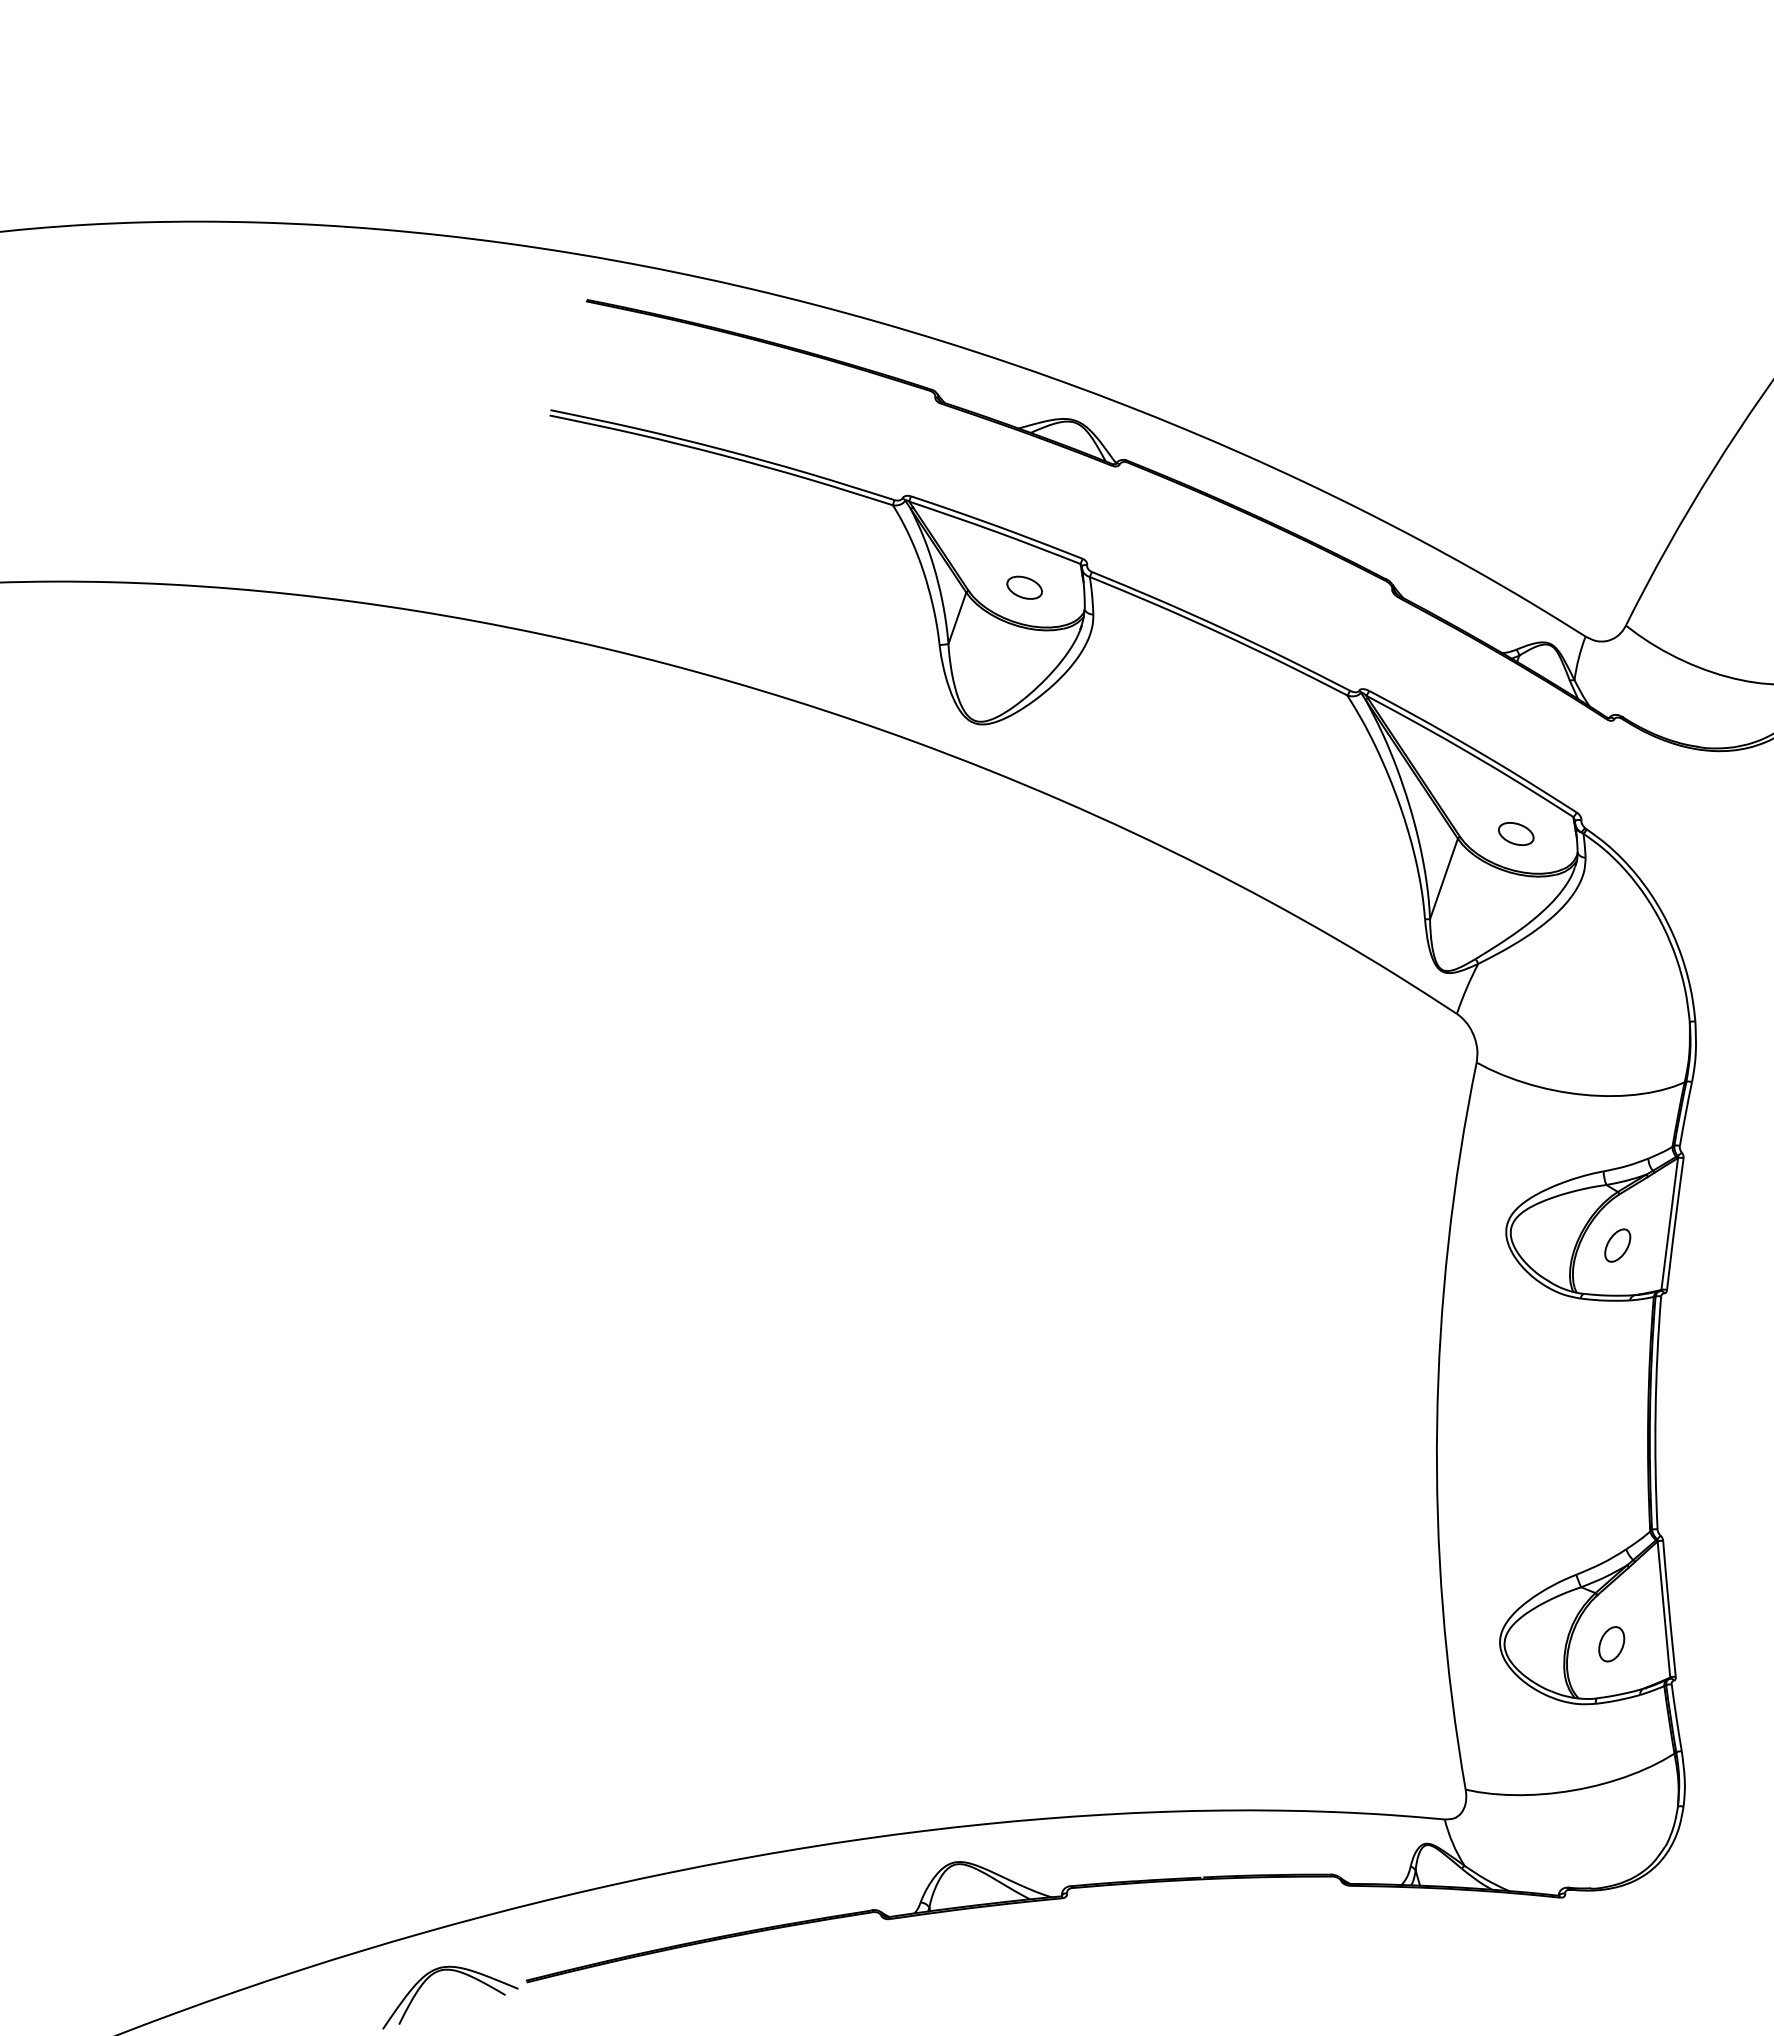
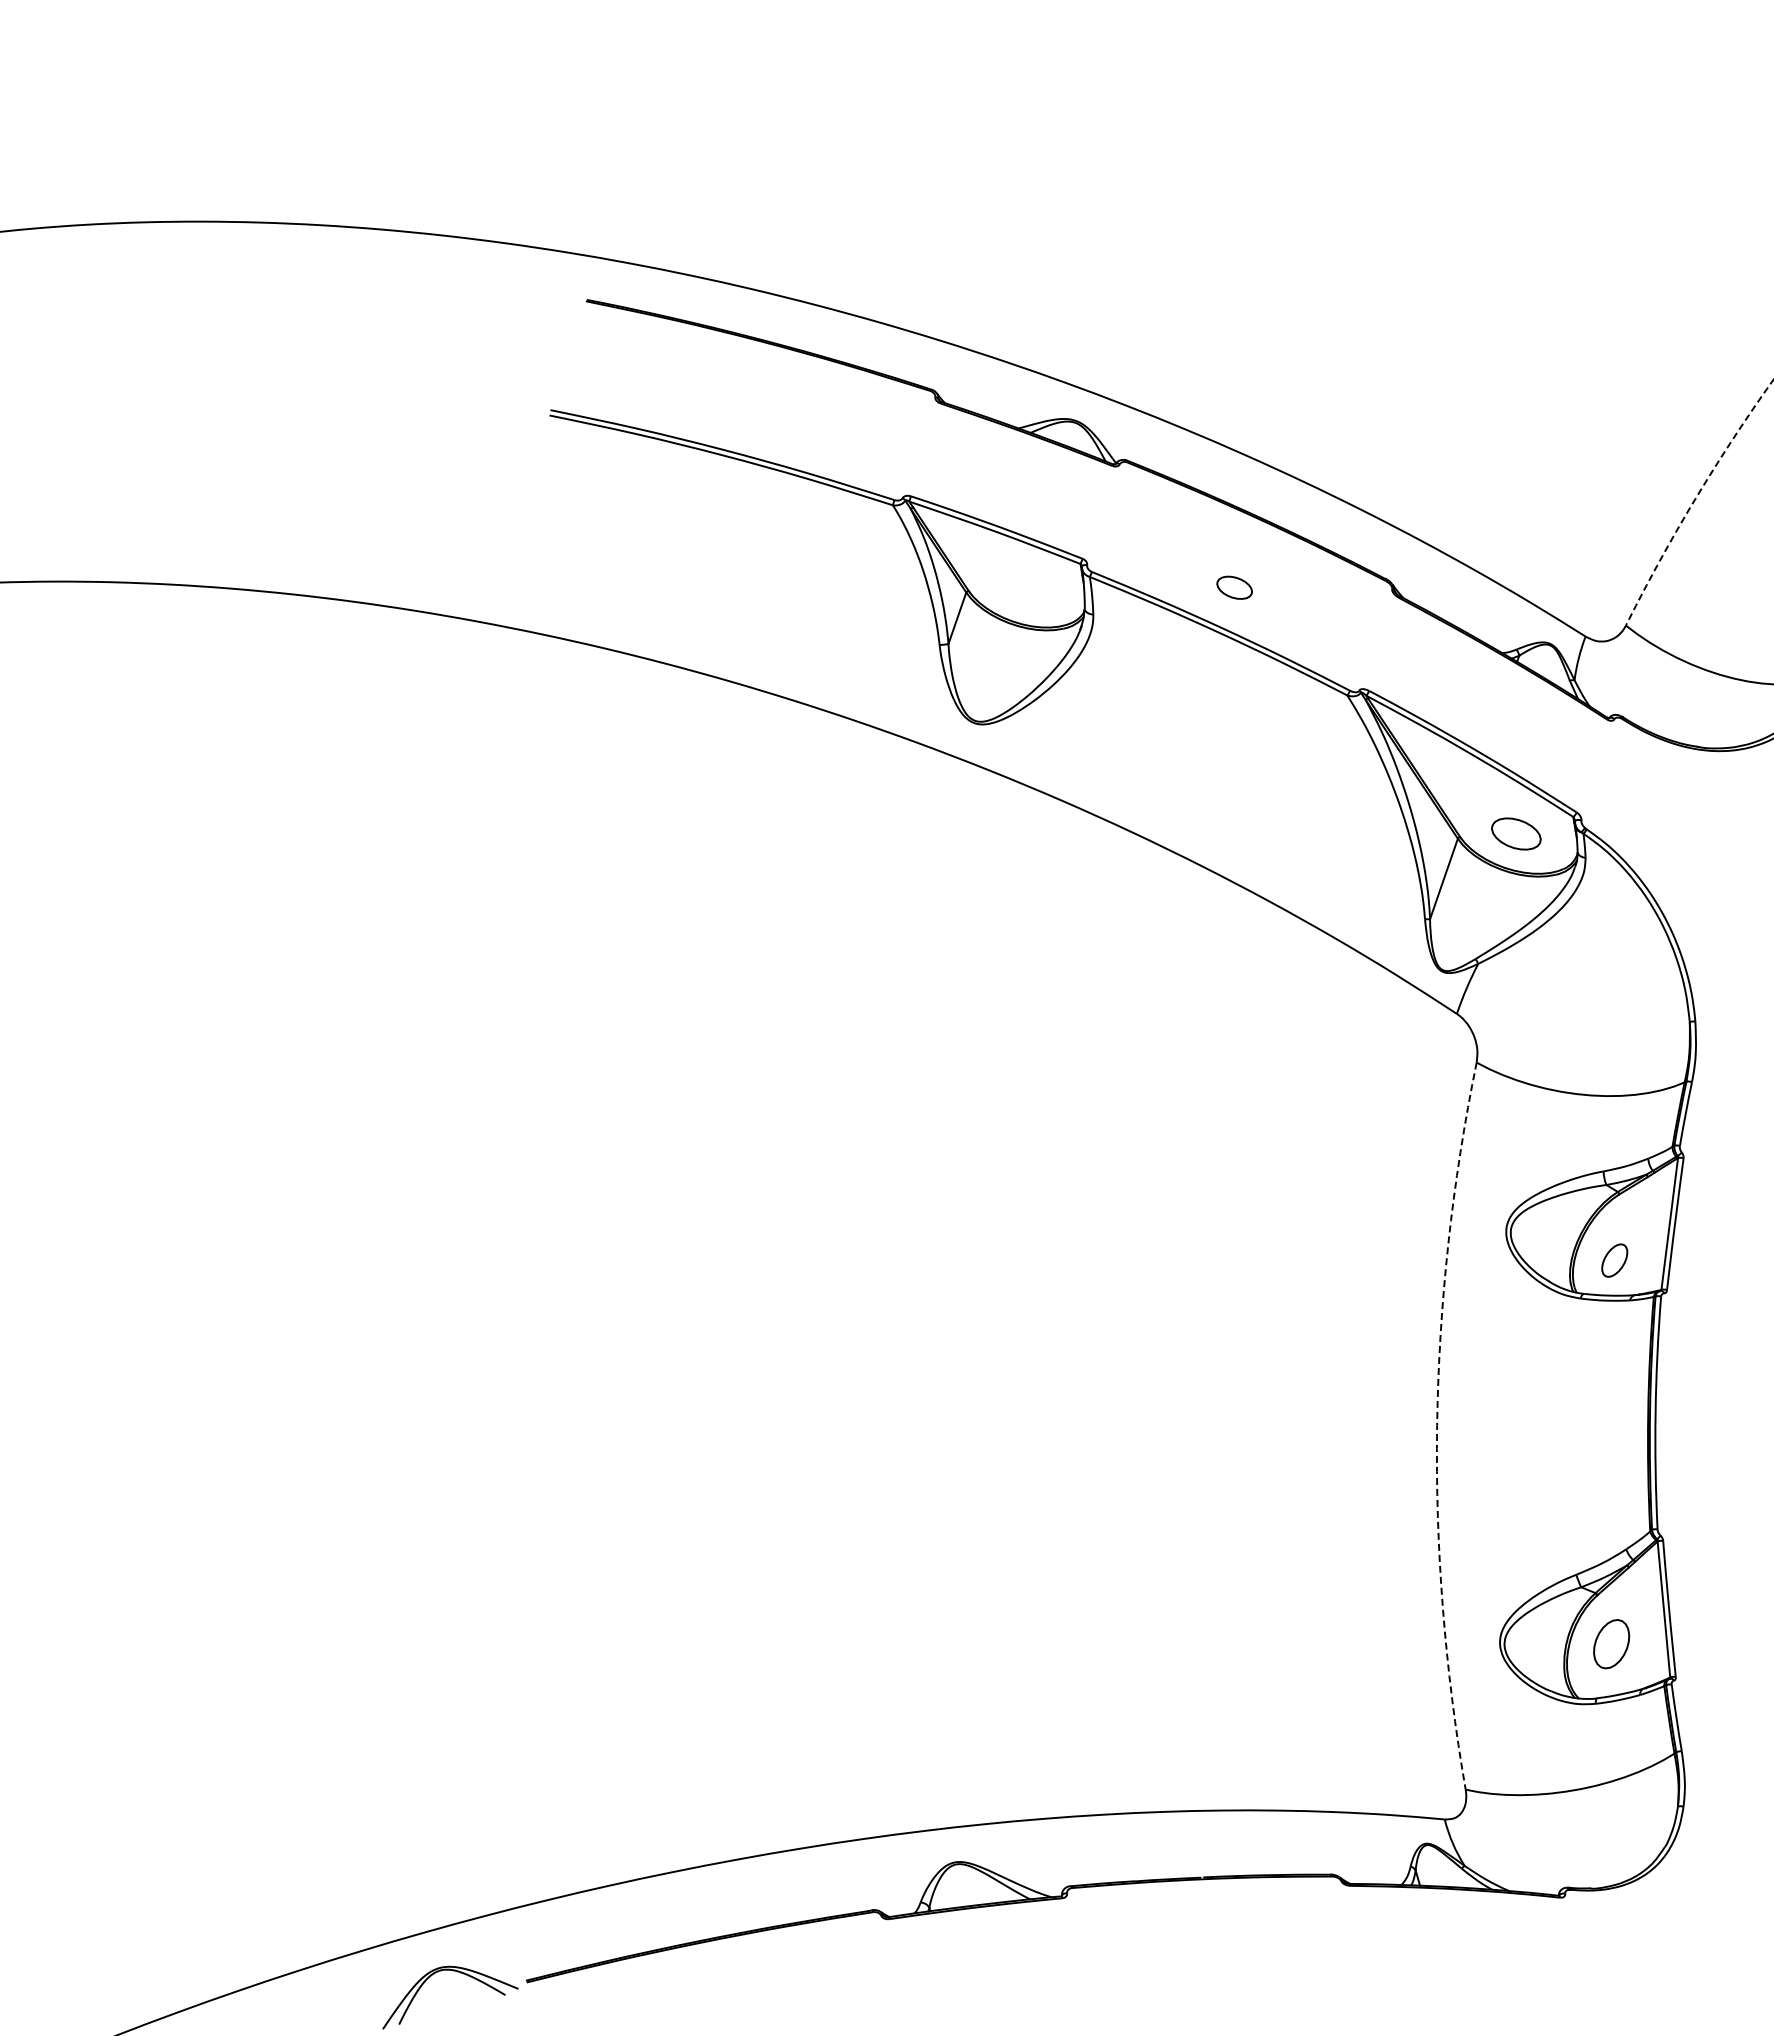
arc at (1695, 499): solid -> dashed
part at (1024, 587) position: (1024, 587) -> (1234, 587)
part at (1515, 833) size: 38x24 px -> 51x34 px
part at (1617, 1245) position: (1617, 1245) -> (1614, 1260)
arc at (1437, 1425): solid -> dashed
part at (1611, 1644) size: 28x37 px -> 38x51 px
